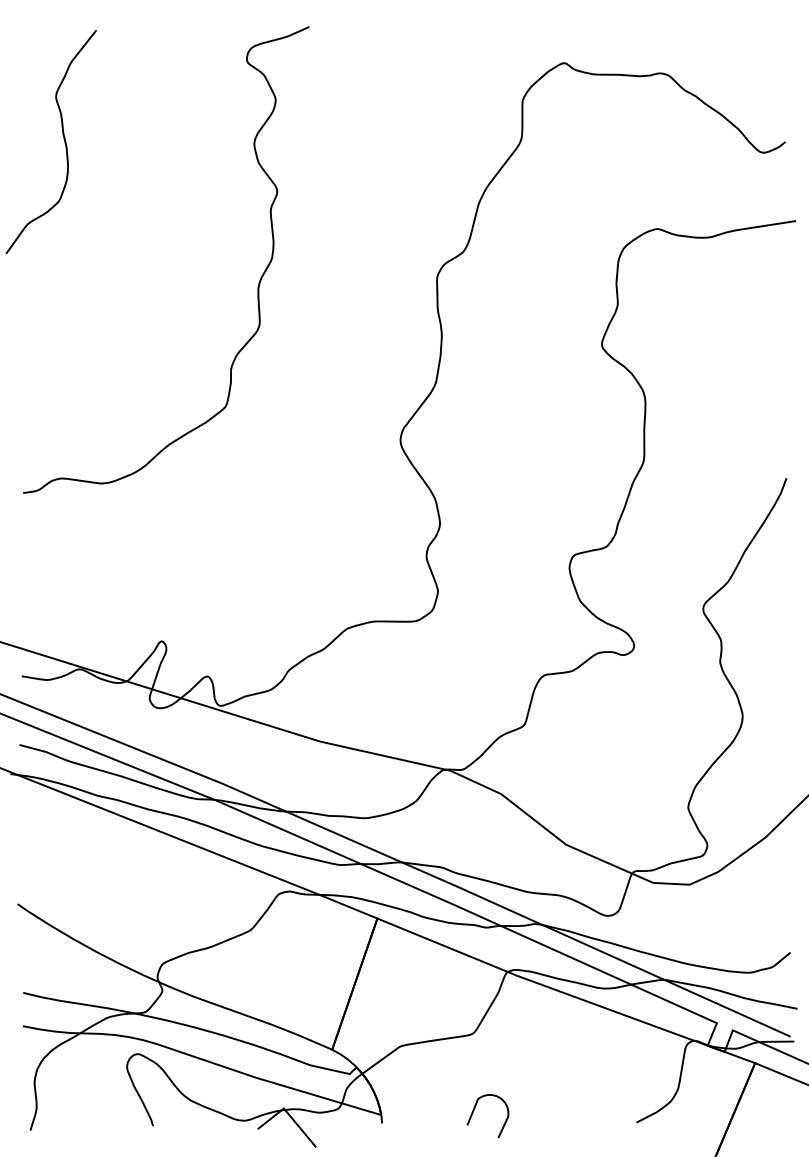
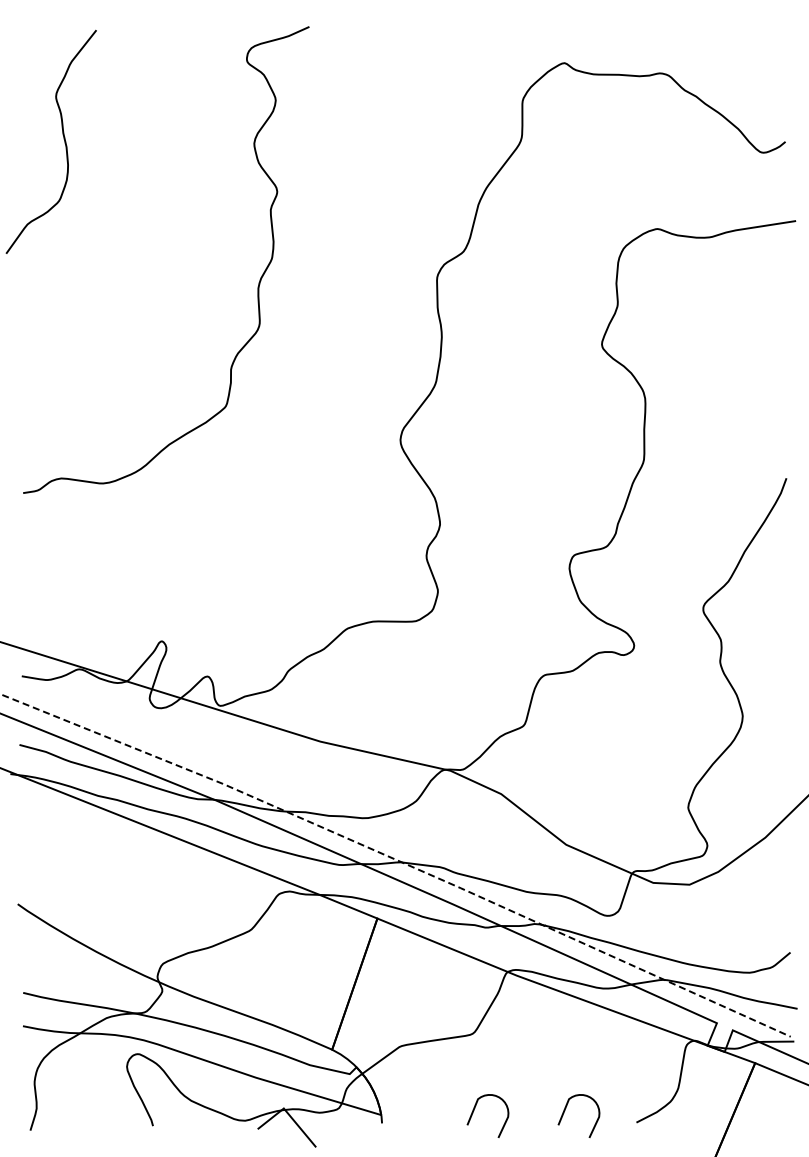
line at (397, 860): solid -> dashed
curve at (566, 1108): none -> present
